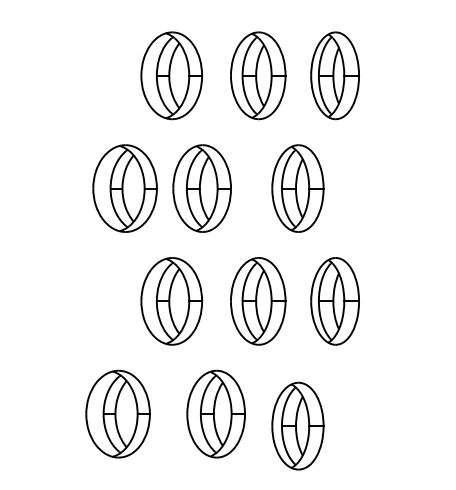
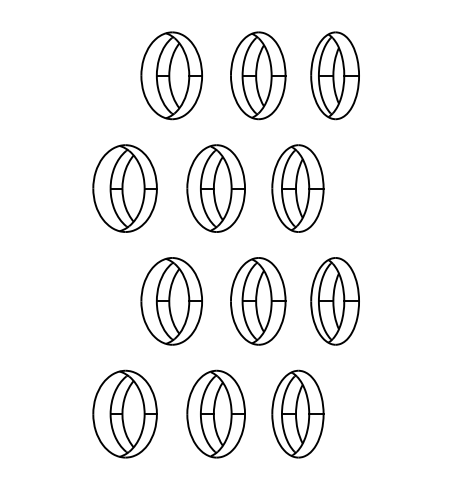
part at (201, 188) position: (201, 188) -> (215, 188)
part at (117, 413) position: (117, 413) -> (124, 413)
part at (297, 425) position: (297, 425) -> (297, 413)
